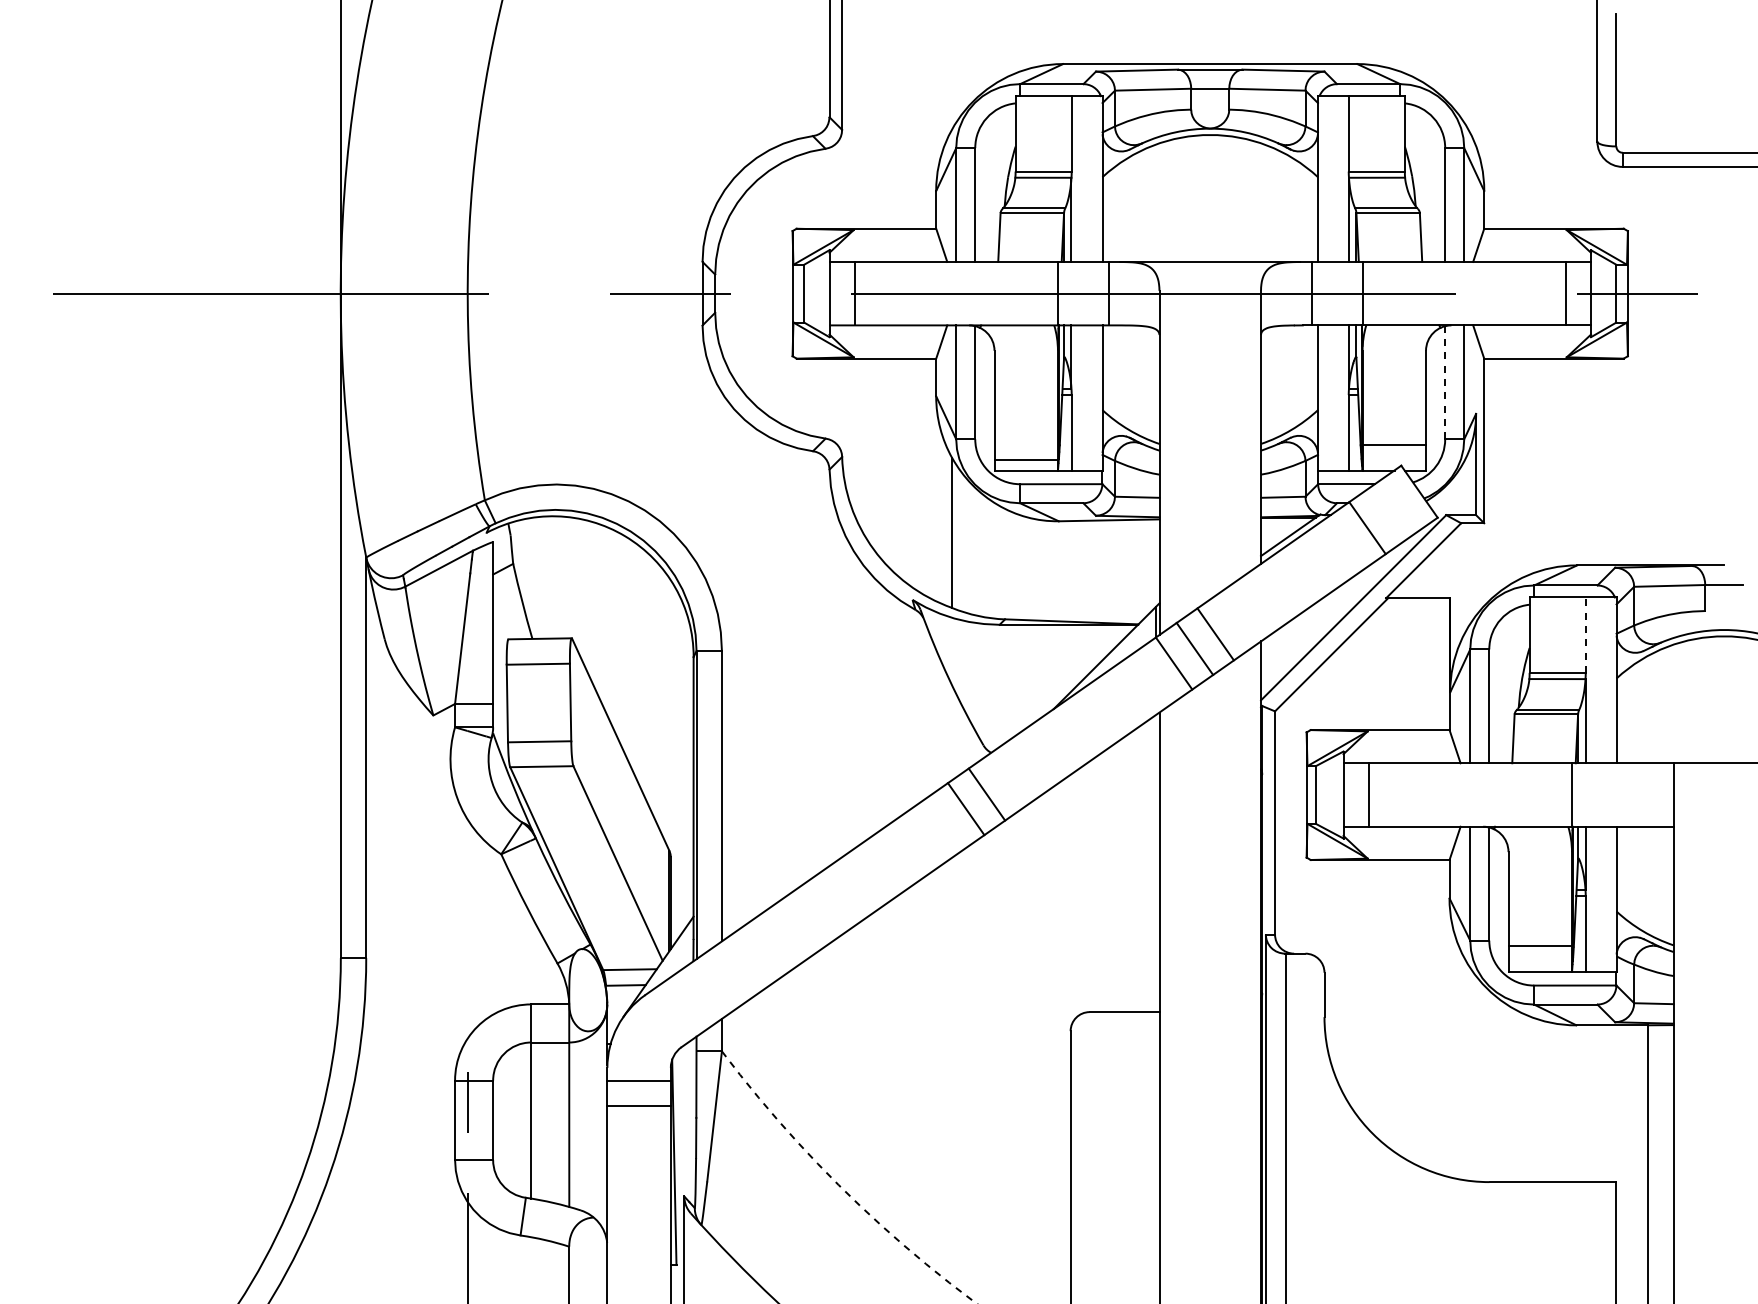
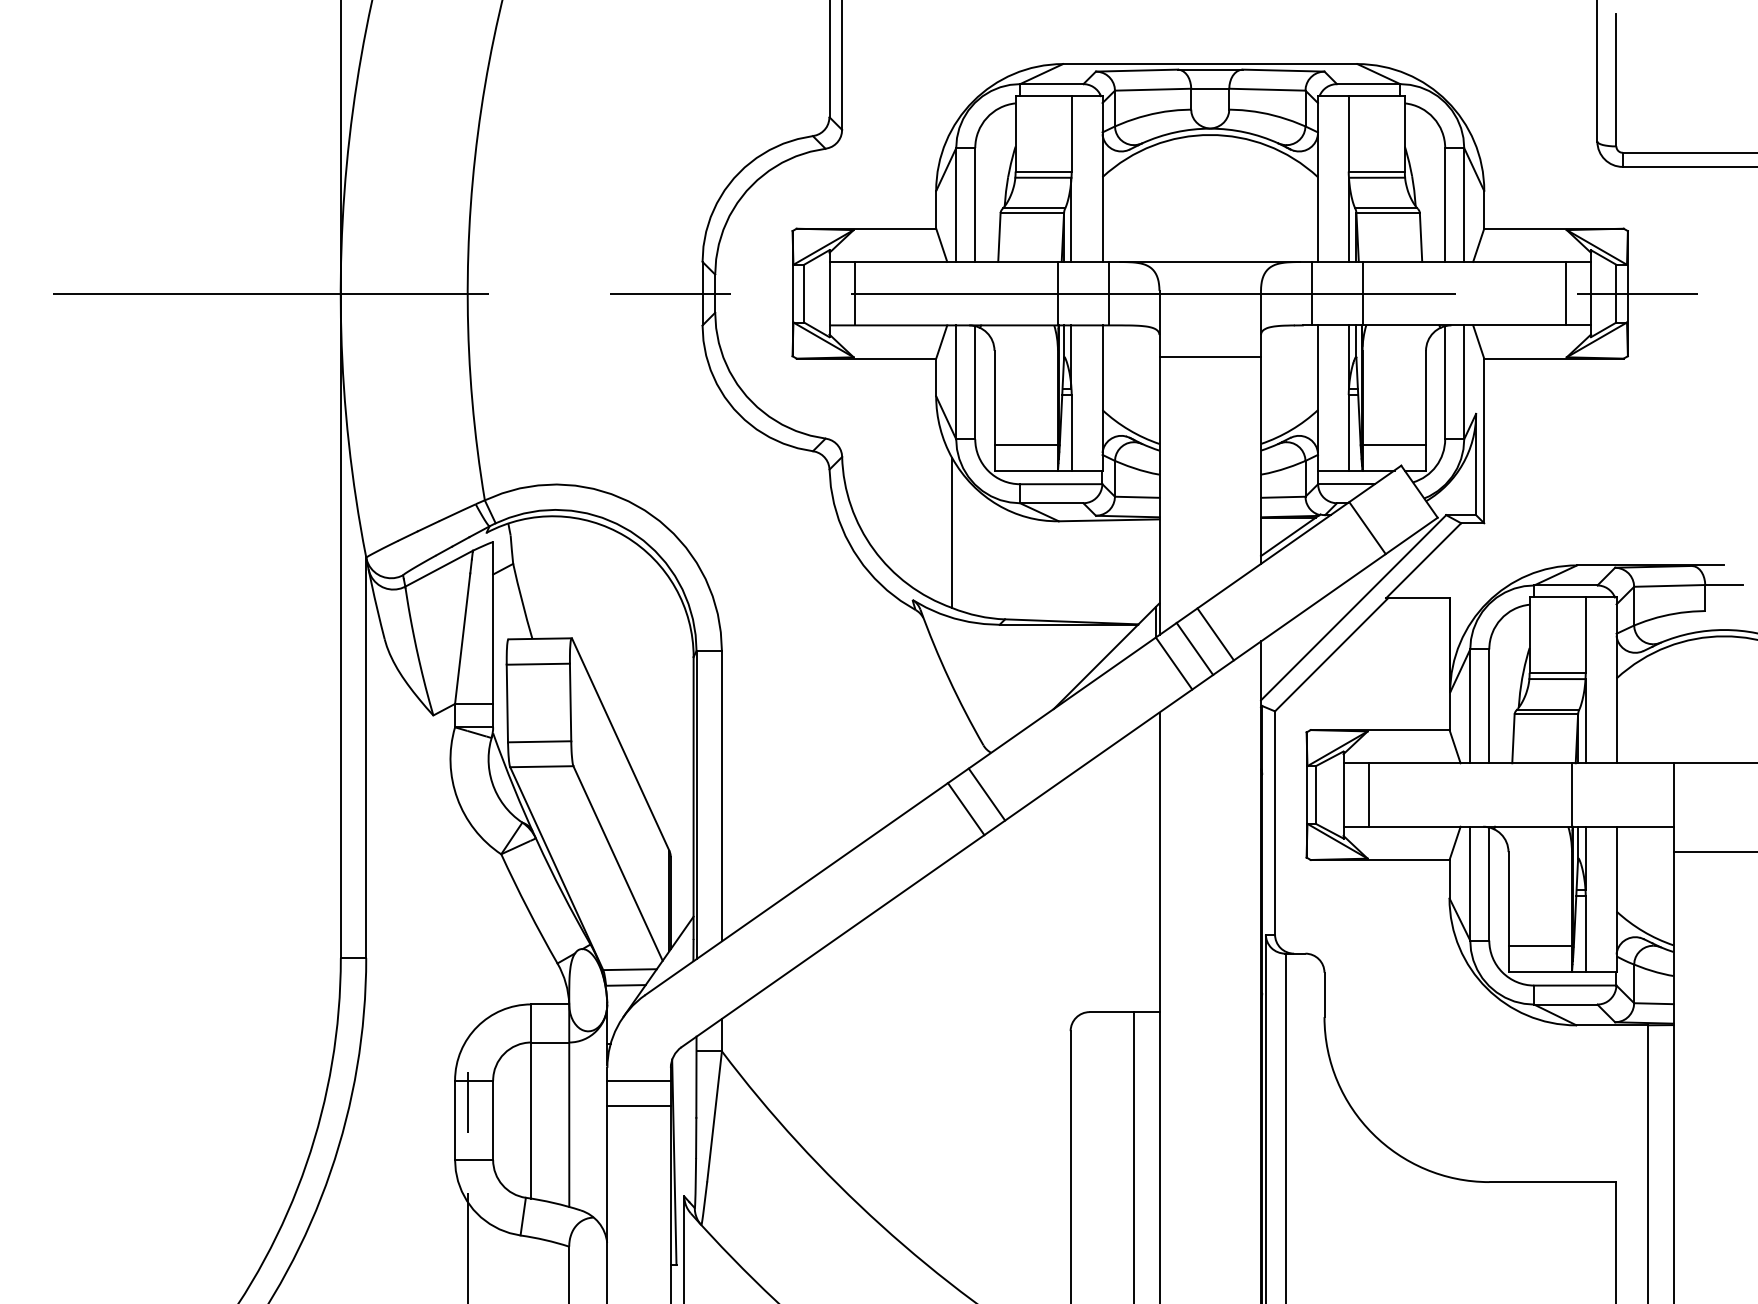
line at (1210, 357): none -> present
line at (1445, 382): dashed -> solid
line at (1025, 460) position: (1025, 460) -> (1025, 445)
line at (1585, 635): dashed -> solid
line at (1713, 852): none -> present
line at (1134, 1156): none -> present
arc at (840, 1186): dashed -> solid
